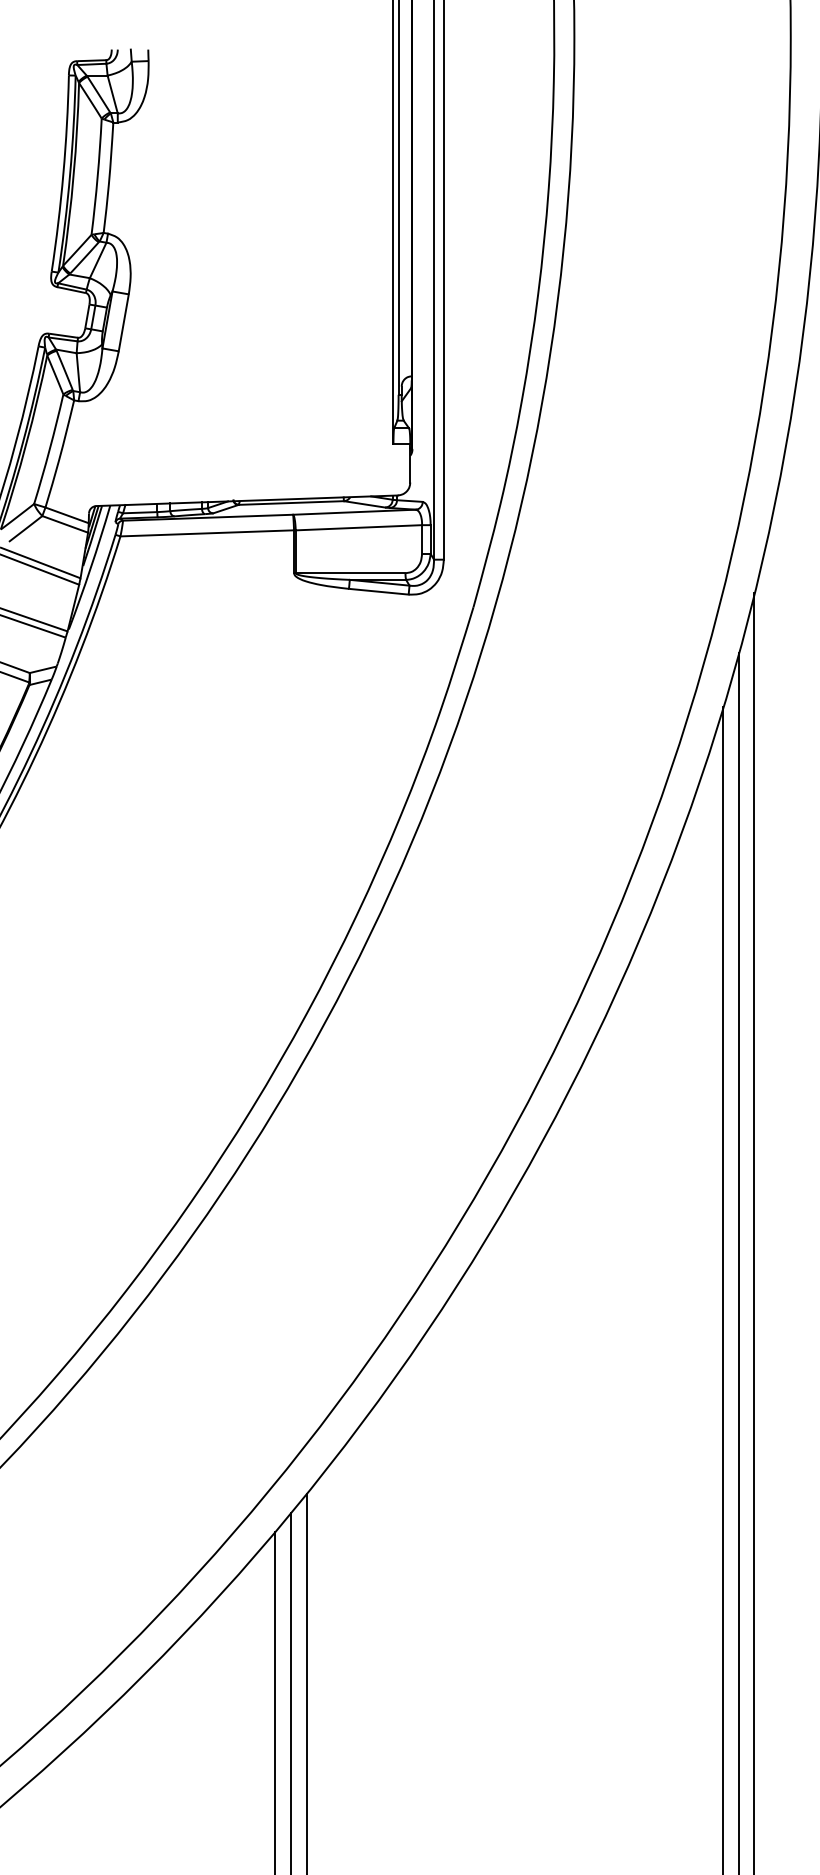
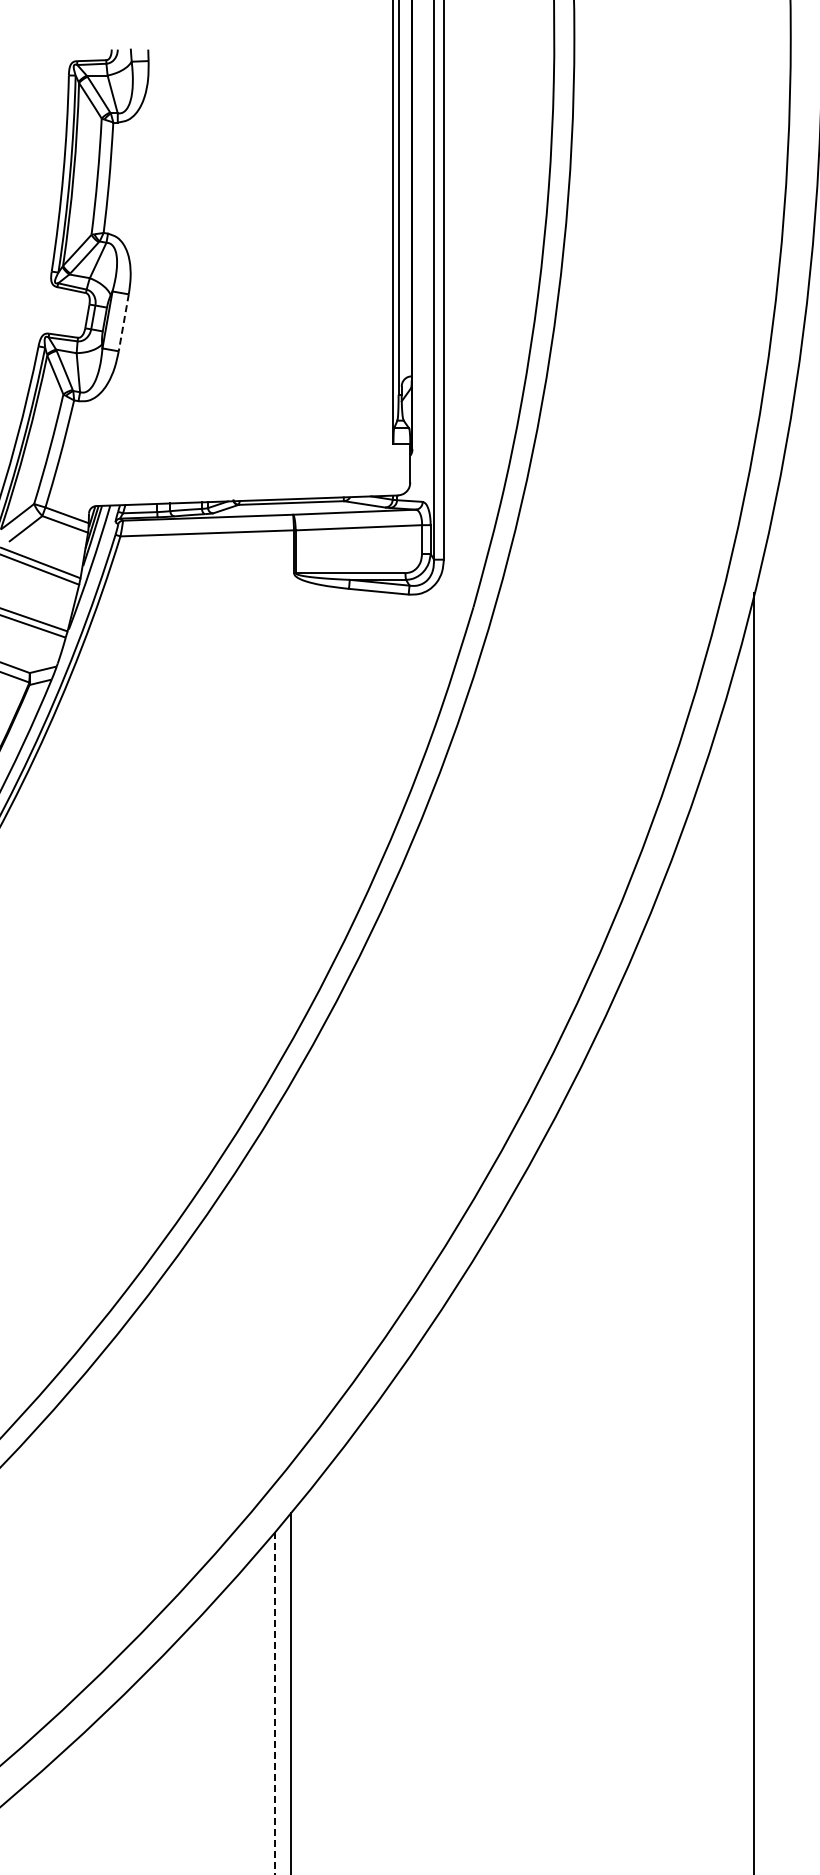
line at (123, 322): solid -> dashed
line at (738, 1262): present -> none
line at (723, 1289): present -> none
line at (306, 1682): present -> none
line at (275, 1703): solid -> dashed
